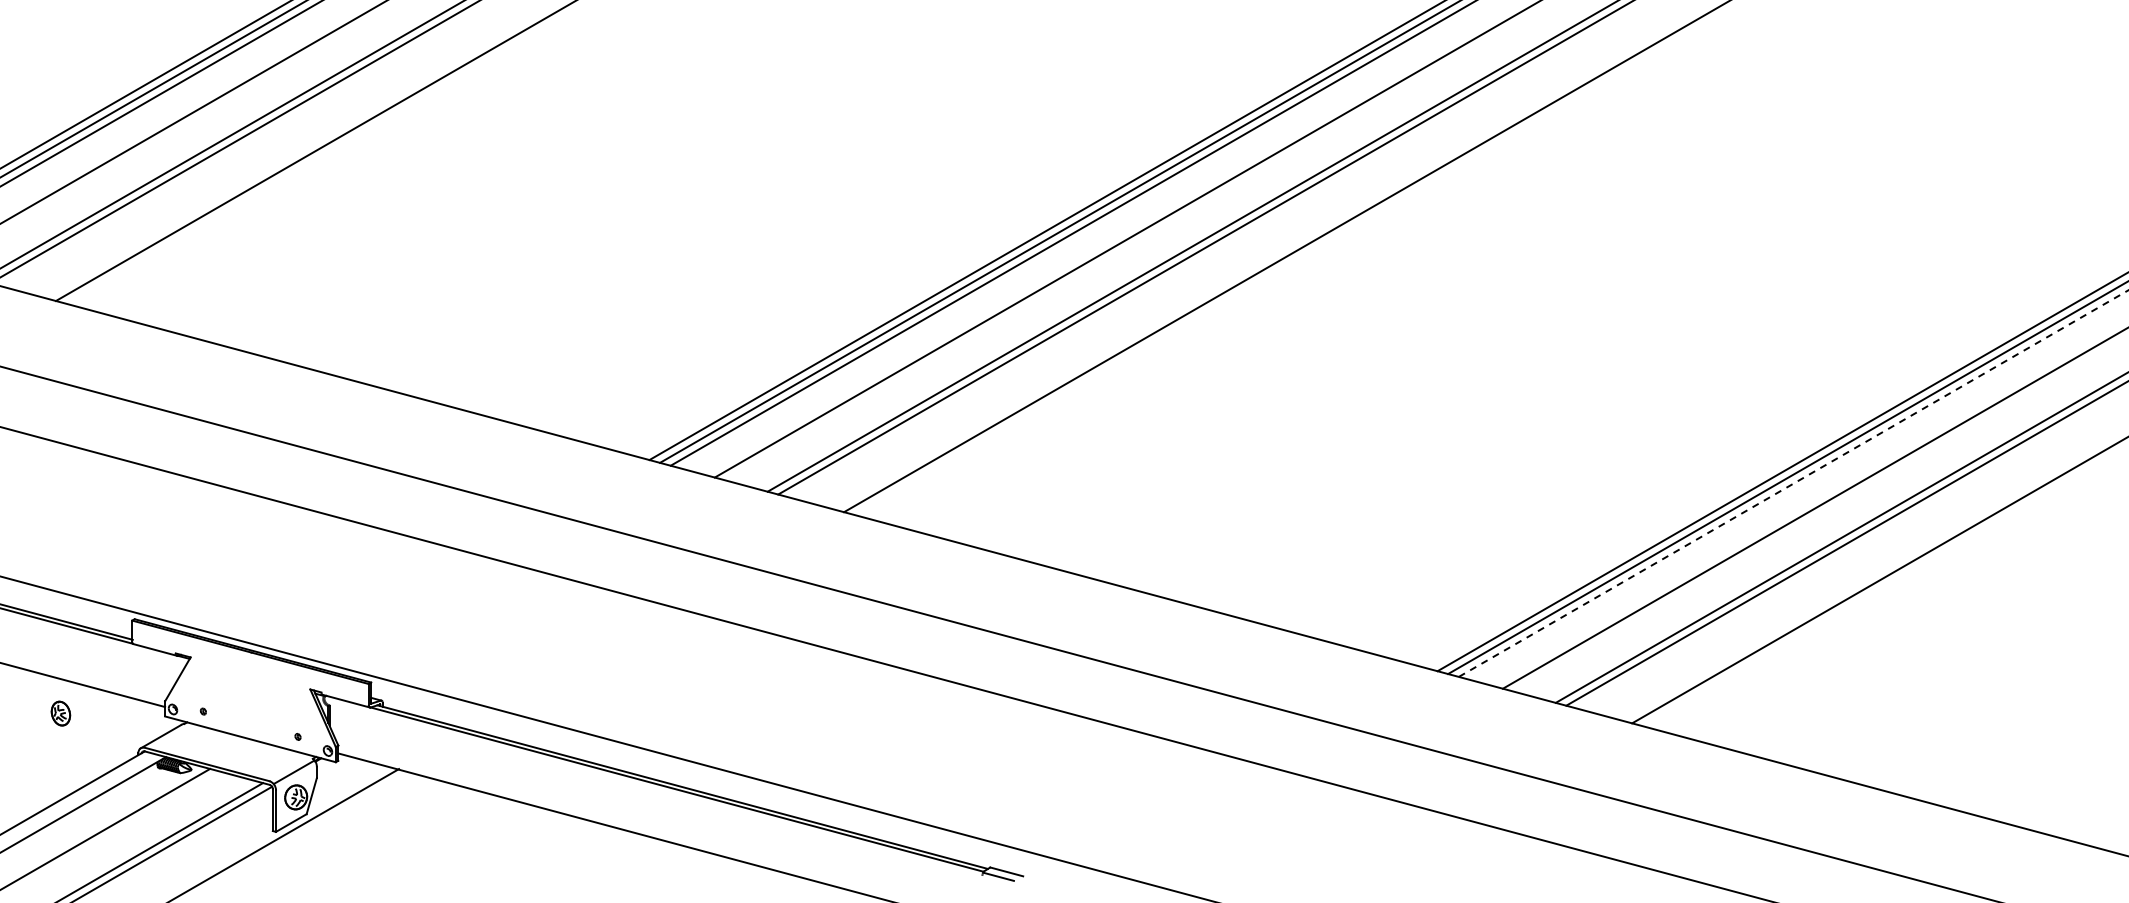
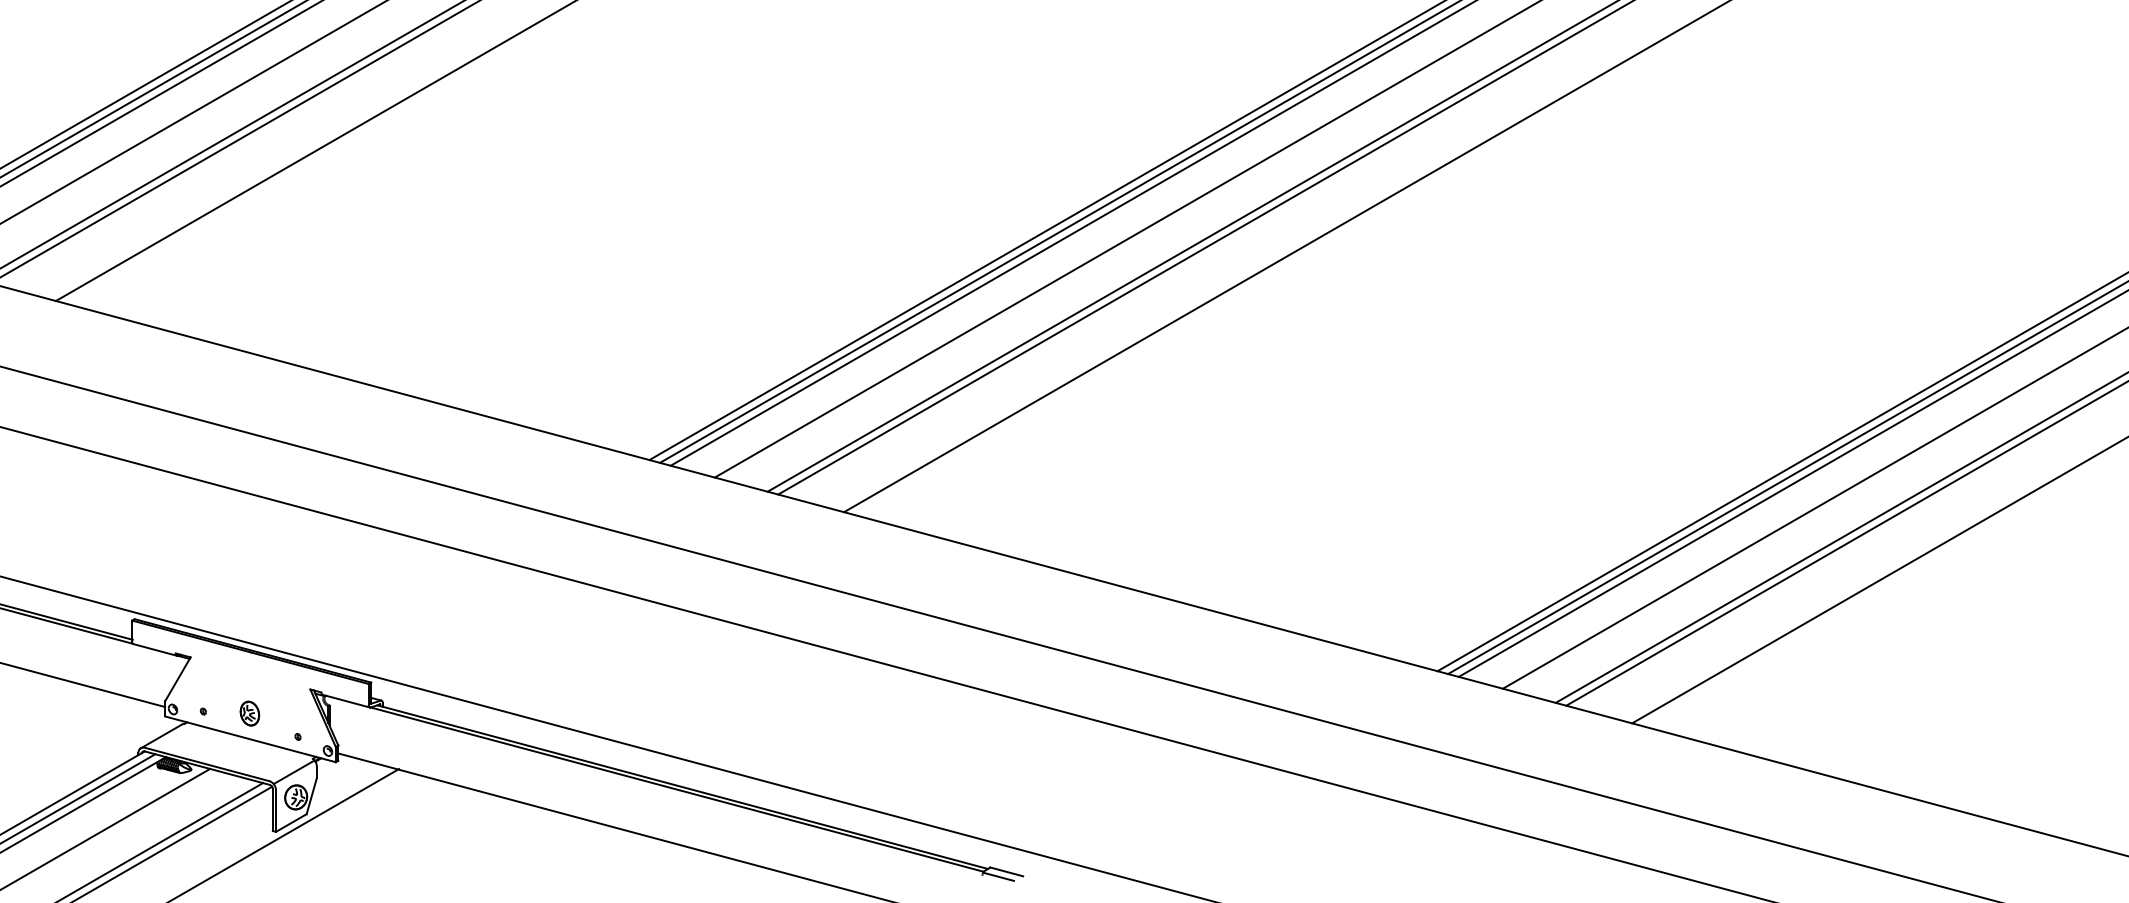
line at (1793, 483): dashed -> solid
part at (60, 713) position: (60, 713) -> (249, 713)
line at (78, 798): none -> present
